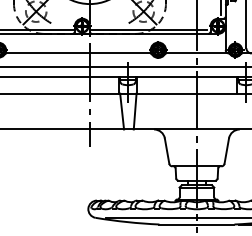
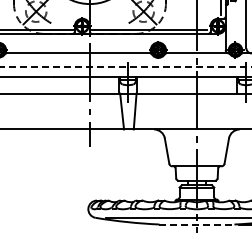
line at (125, 66): solid -> dashed
line at (196, 224): solid -> dashed
